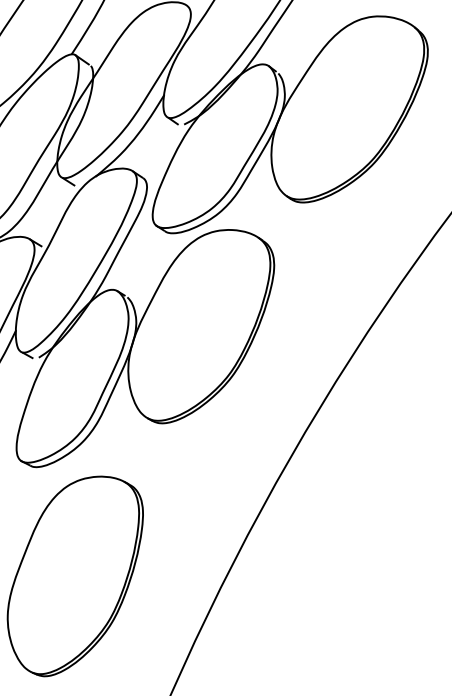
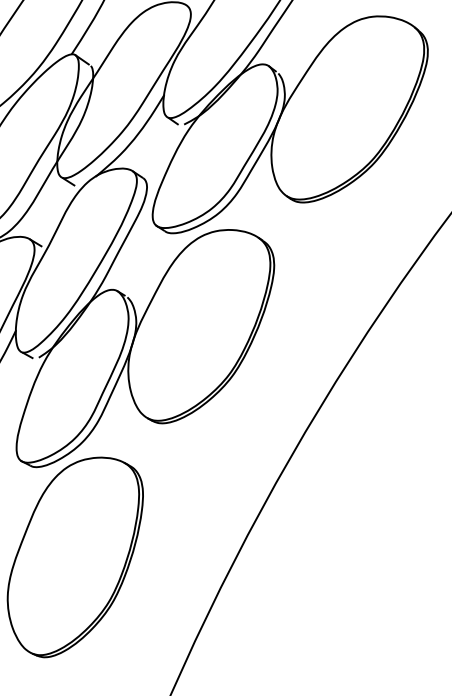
part at (74, 576) position: (74, 576) -> (74, 557)
